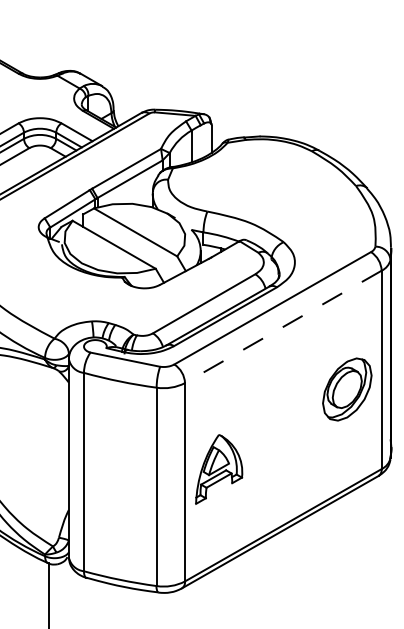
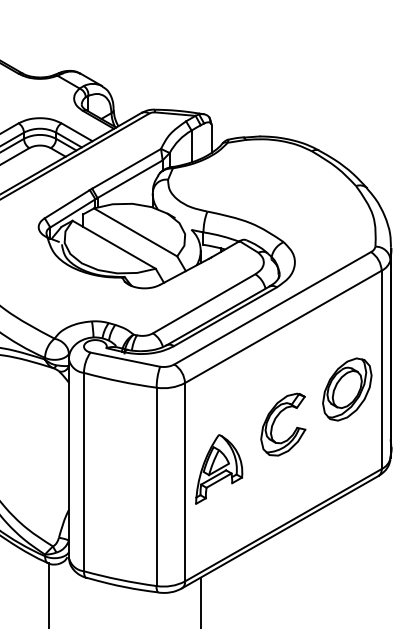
line at (282, 327): dashed -> solid
part at (275, 421): none -> present
line at (200, 601): none -> present
